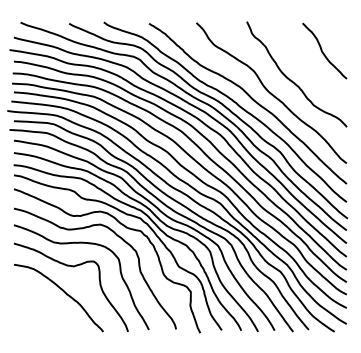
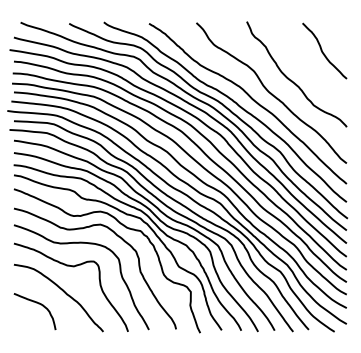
curve at (38, 304): none -> present
